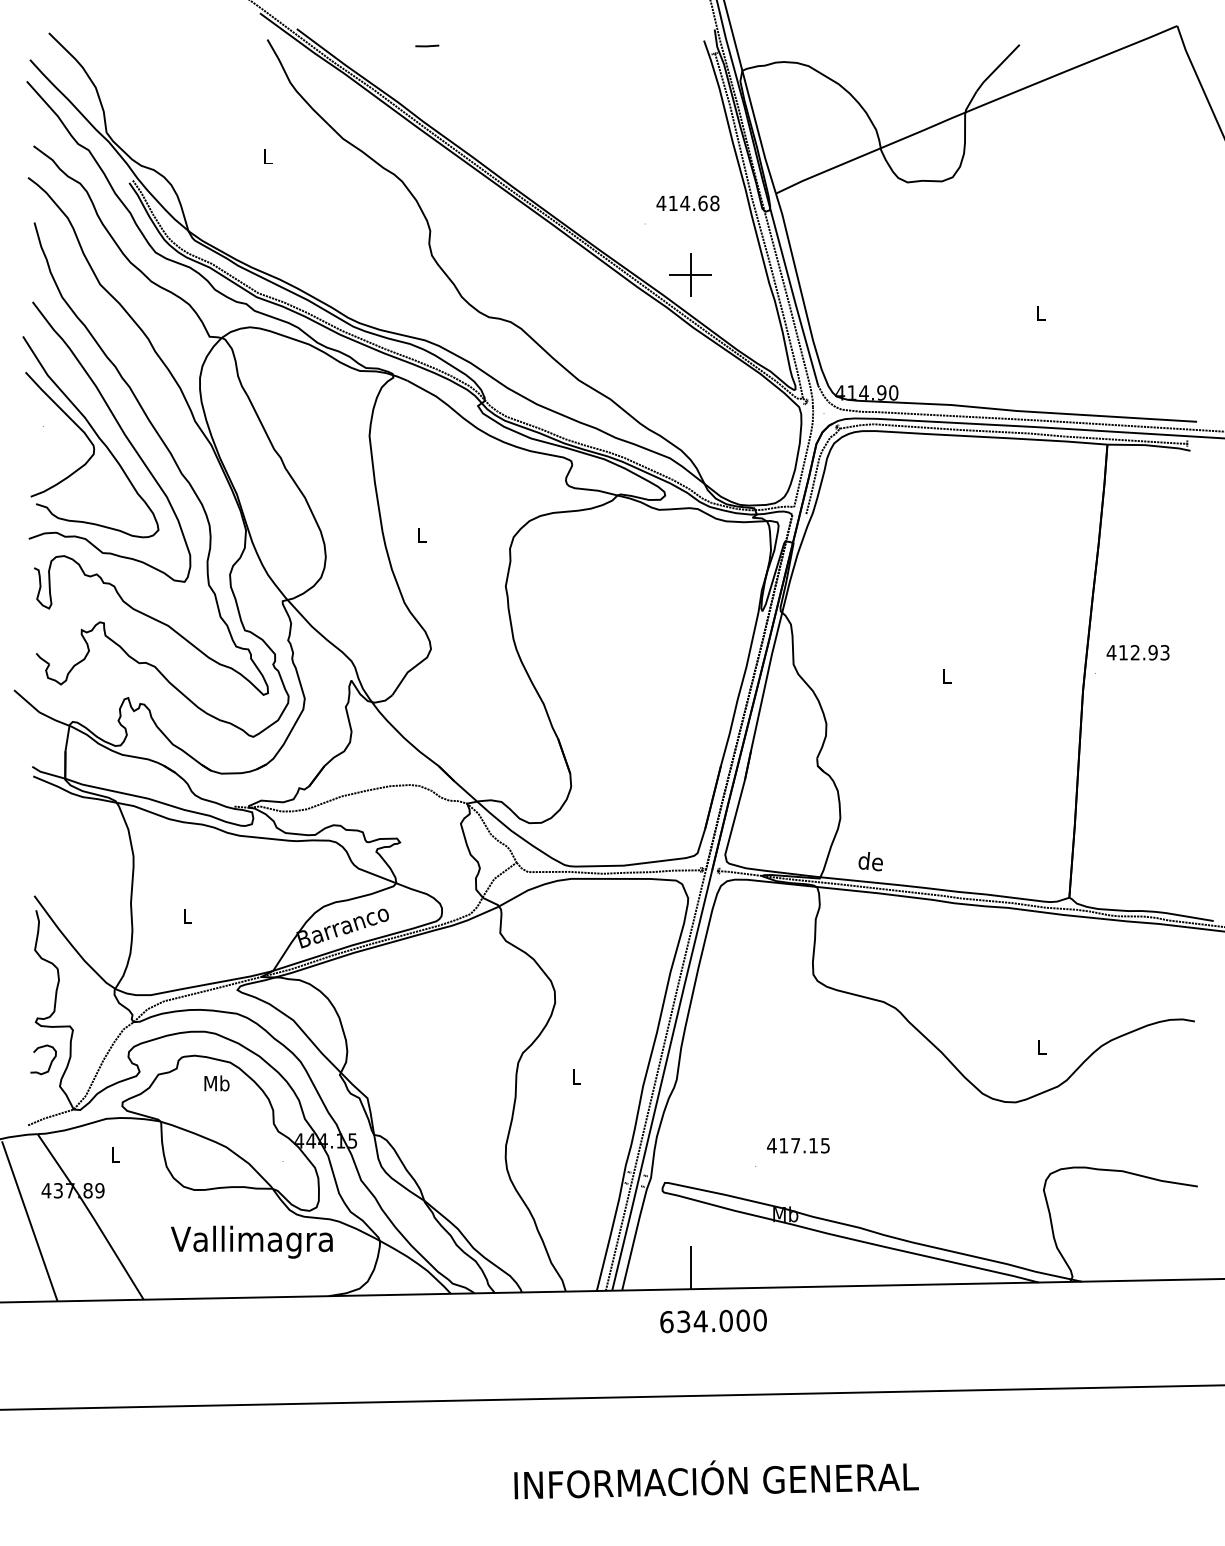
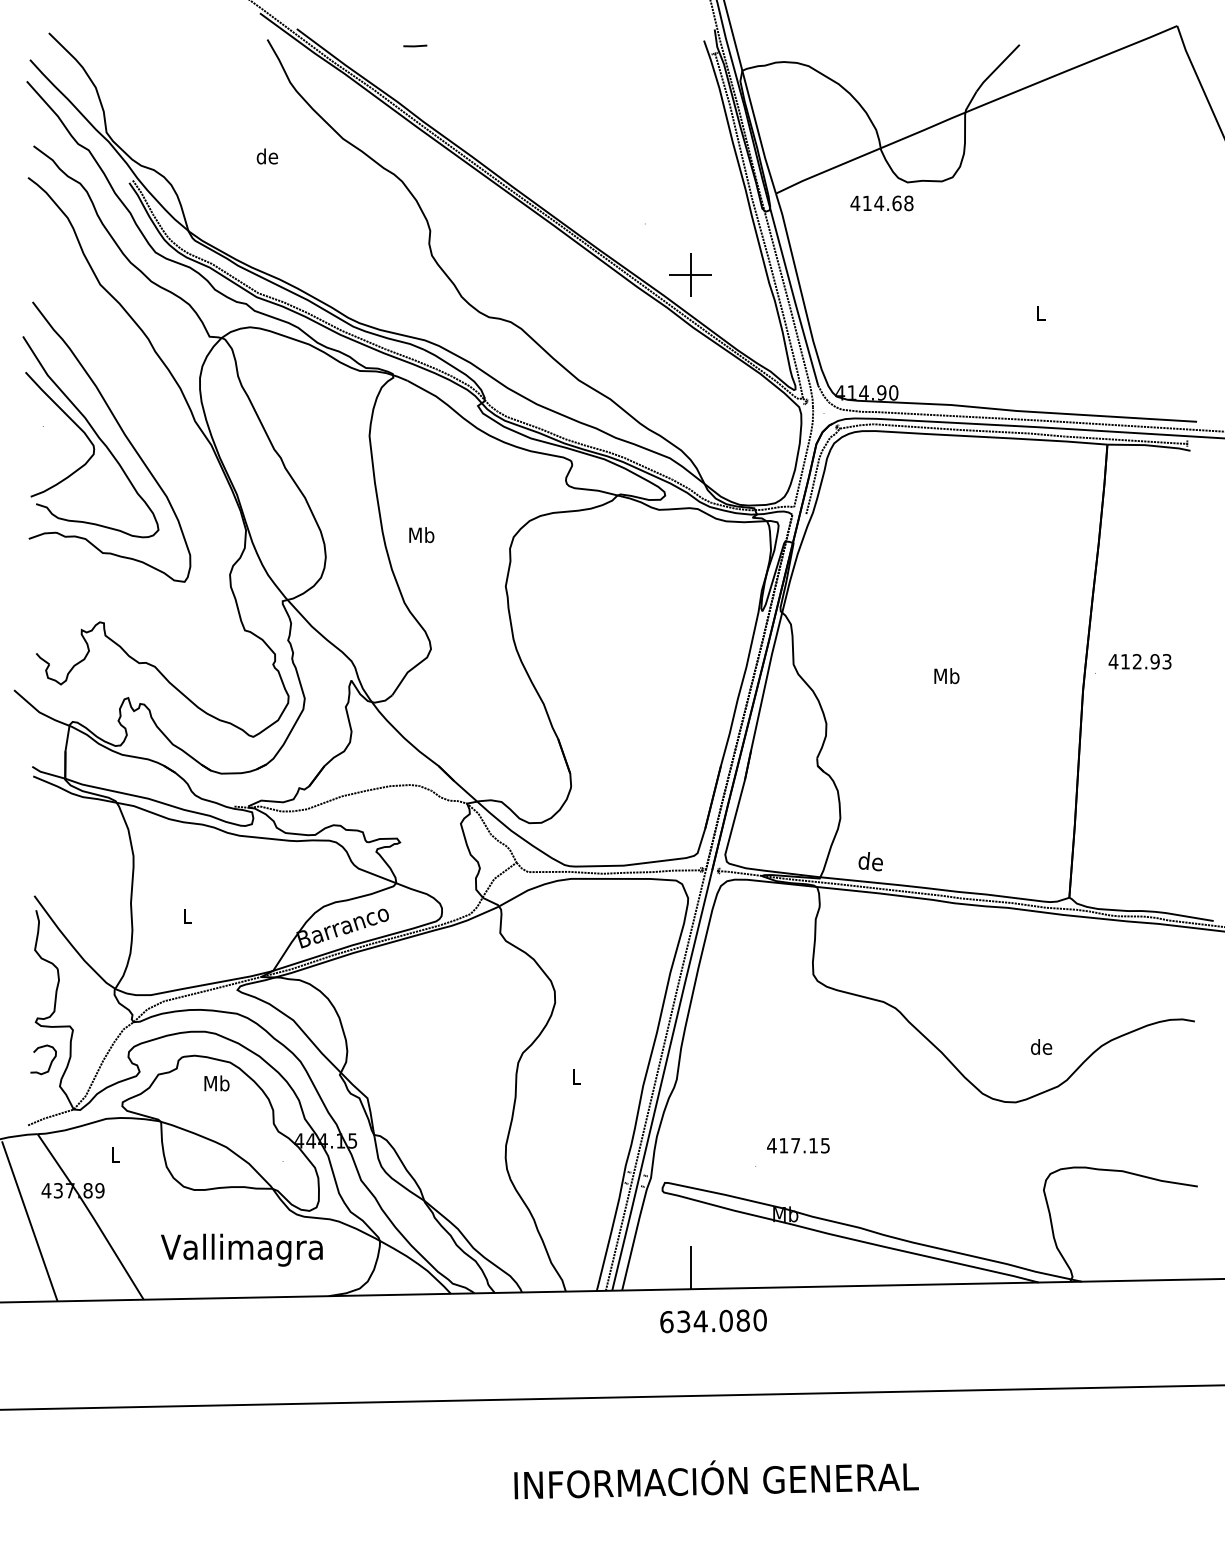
line at (427, 45) position: (427, 45) -> (415, 45)
text at (267, 156): L -> de
text at (687, 203) position: (687, 203) -> (881, 203)
curve at (165, 447): present -> none
text at (421, 535): L -> Mb
text at (1137, 652) position: (1137, 652) -> (1139, 661)
text at (946, 676): L -> Mb
text at (1041, 1046): L -> de
text at (251, 1241) position: (251, 1241) -> (241, 1249)
text at (742, 1320): 634.000 -> 634.080
